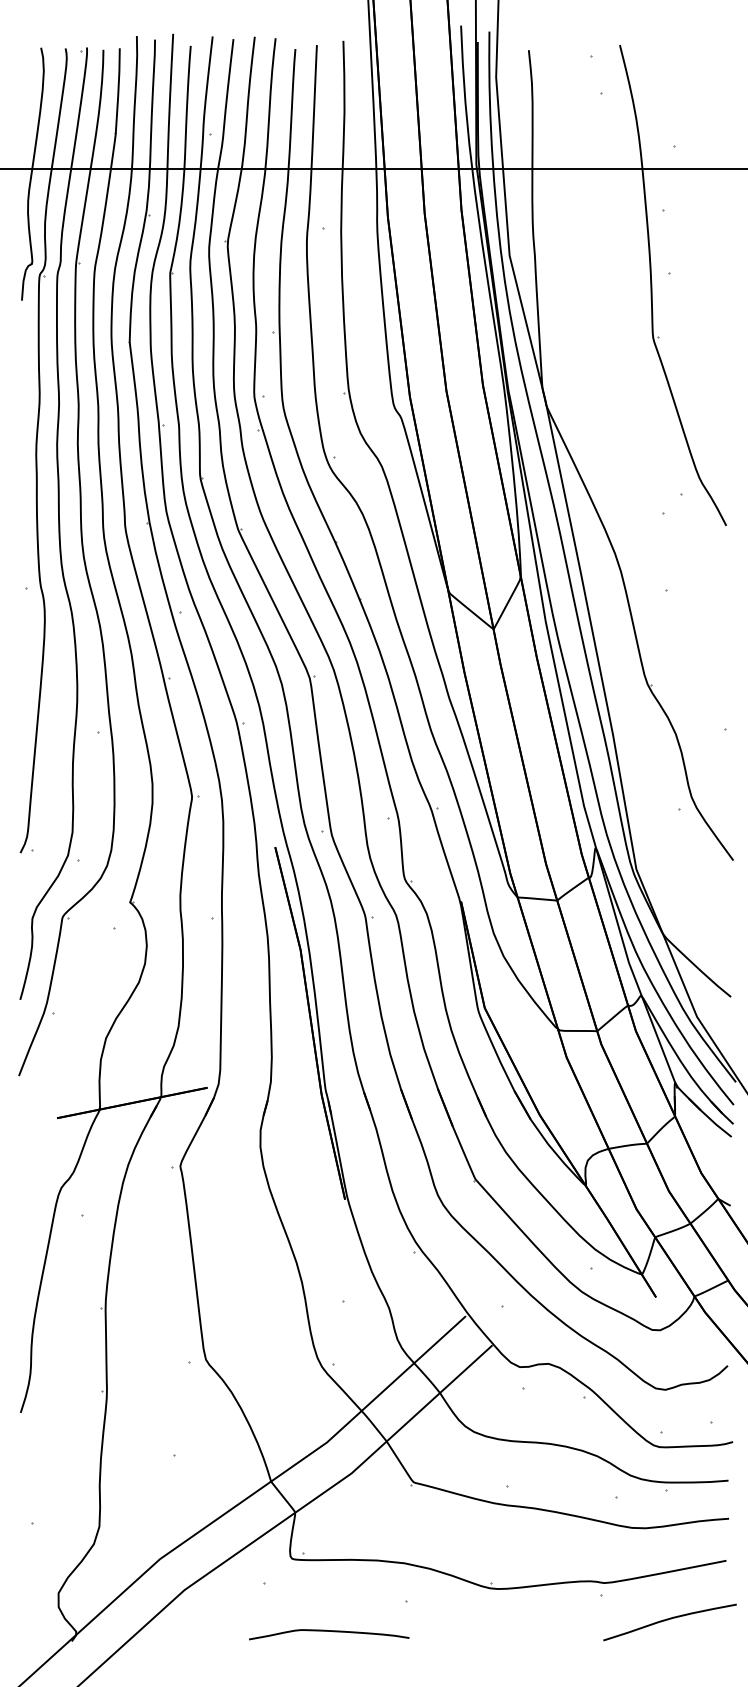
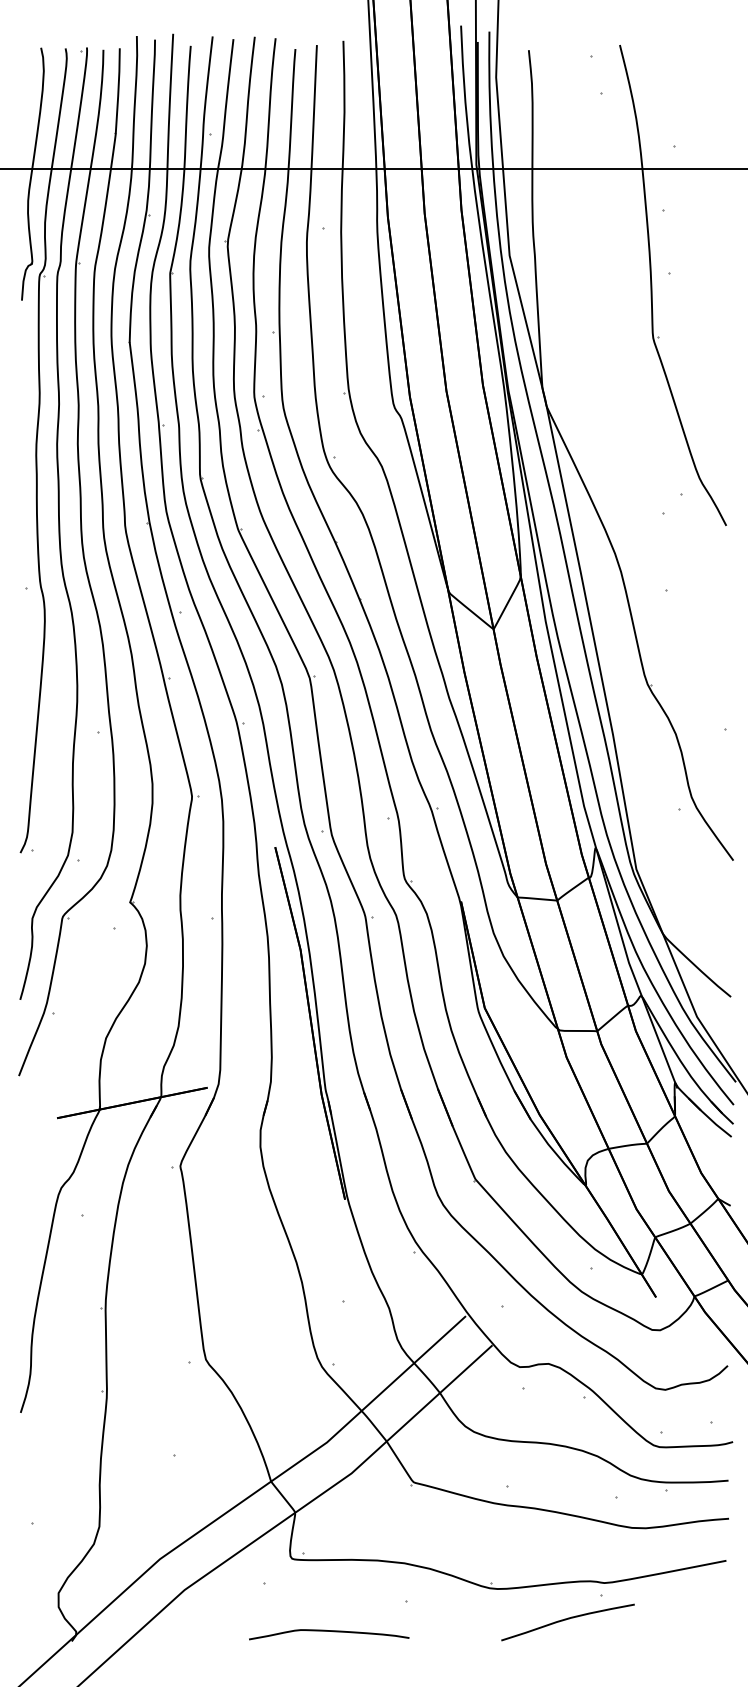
curve at (668, 1620) position: (668, 1620) -> (566, 1620)
